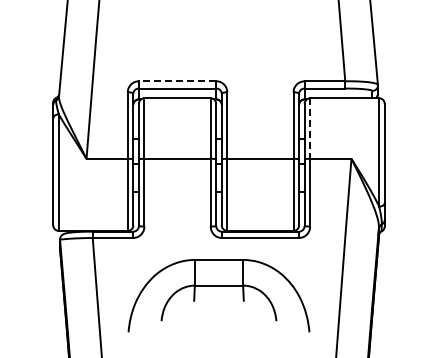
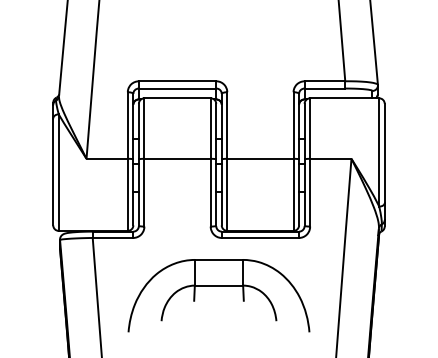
line at (177, 81): dashed -> solid
line at (310, 129): dashed -> solid
